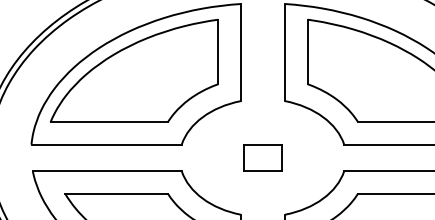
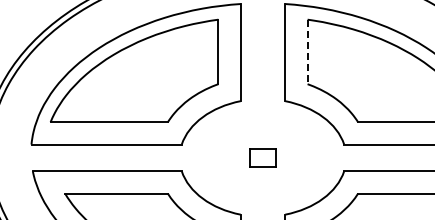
line at (307, 52): solid -> dashed
part at (262, 157) size: 40x28 px -> 28x20 px
